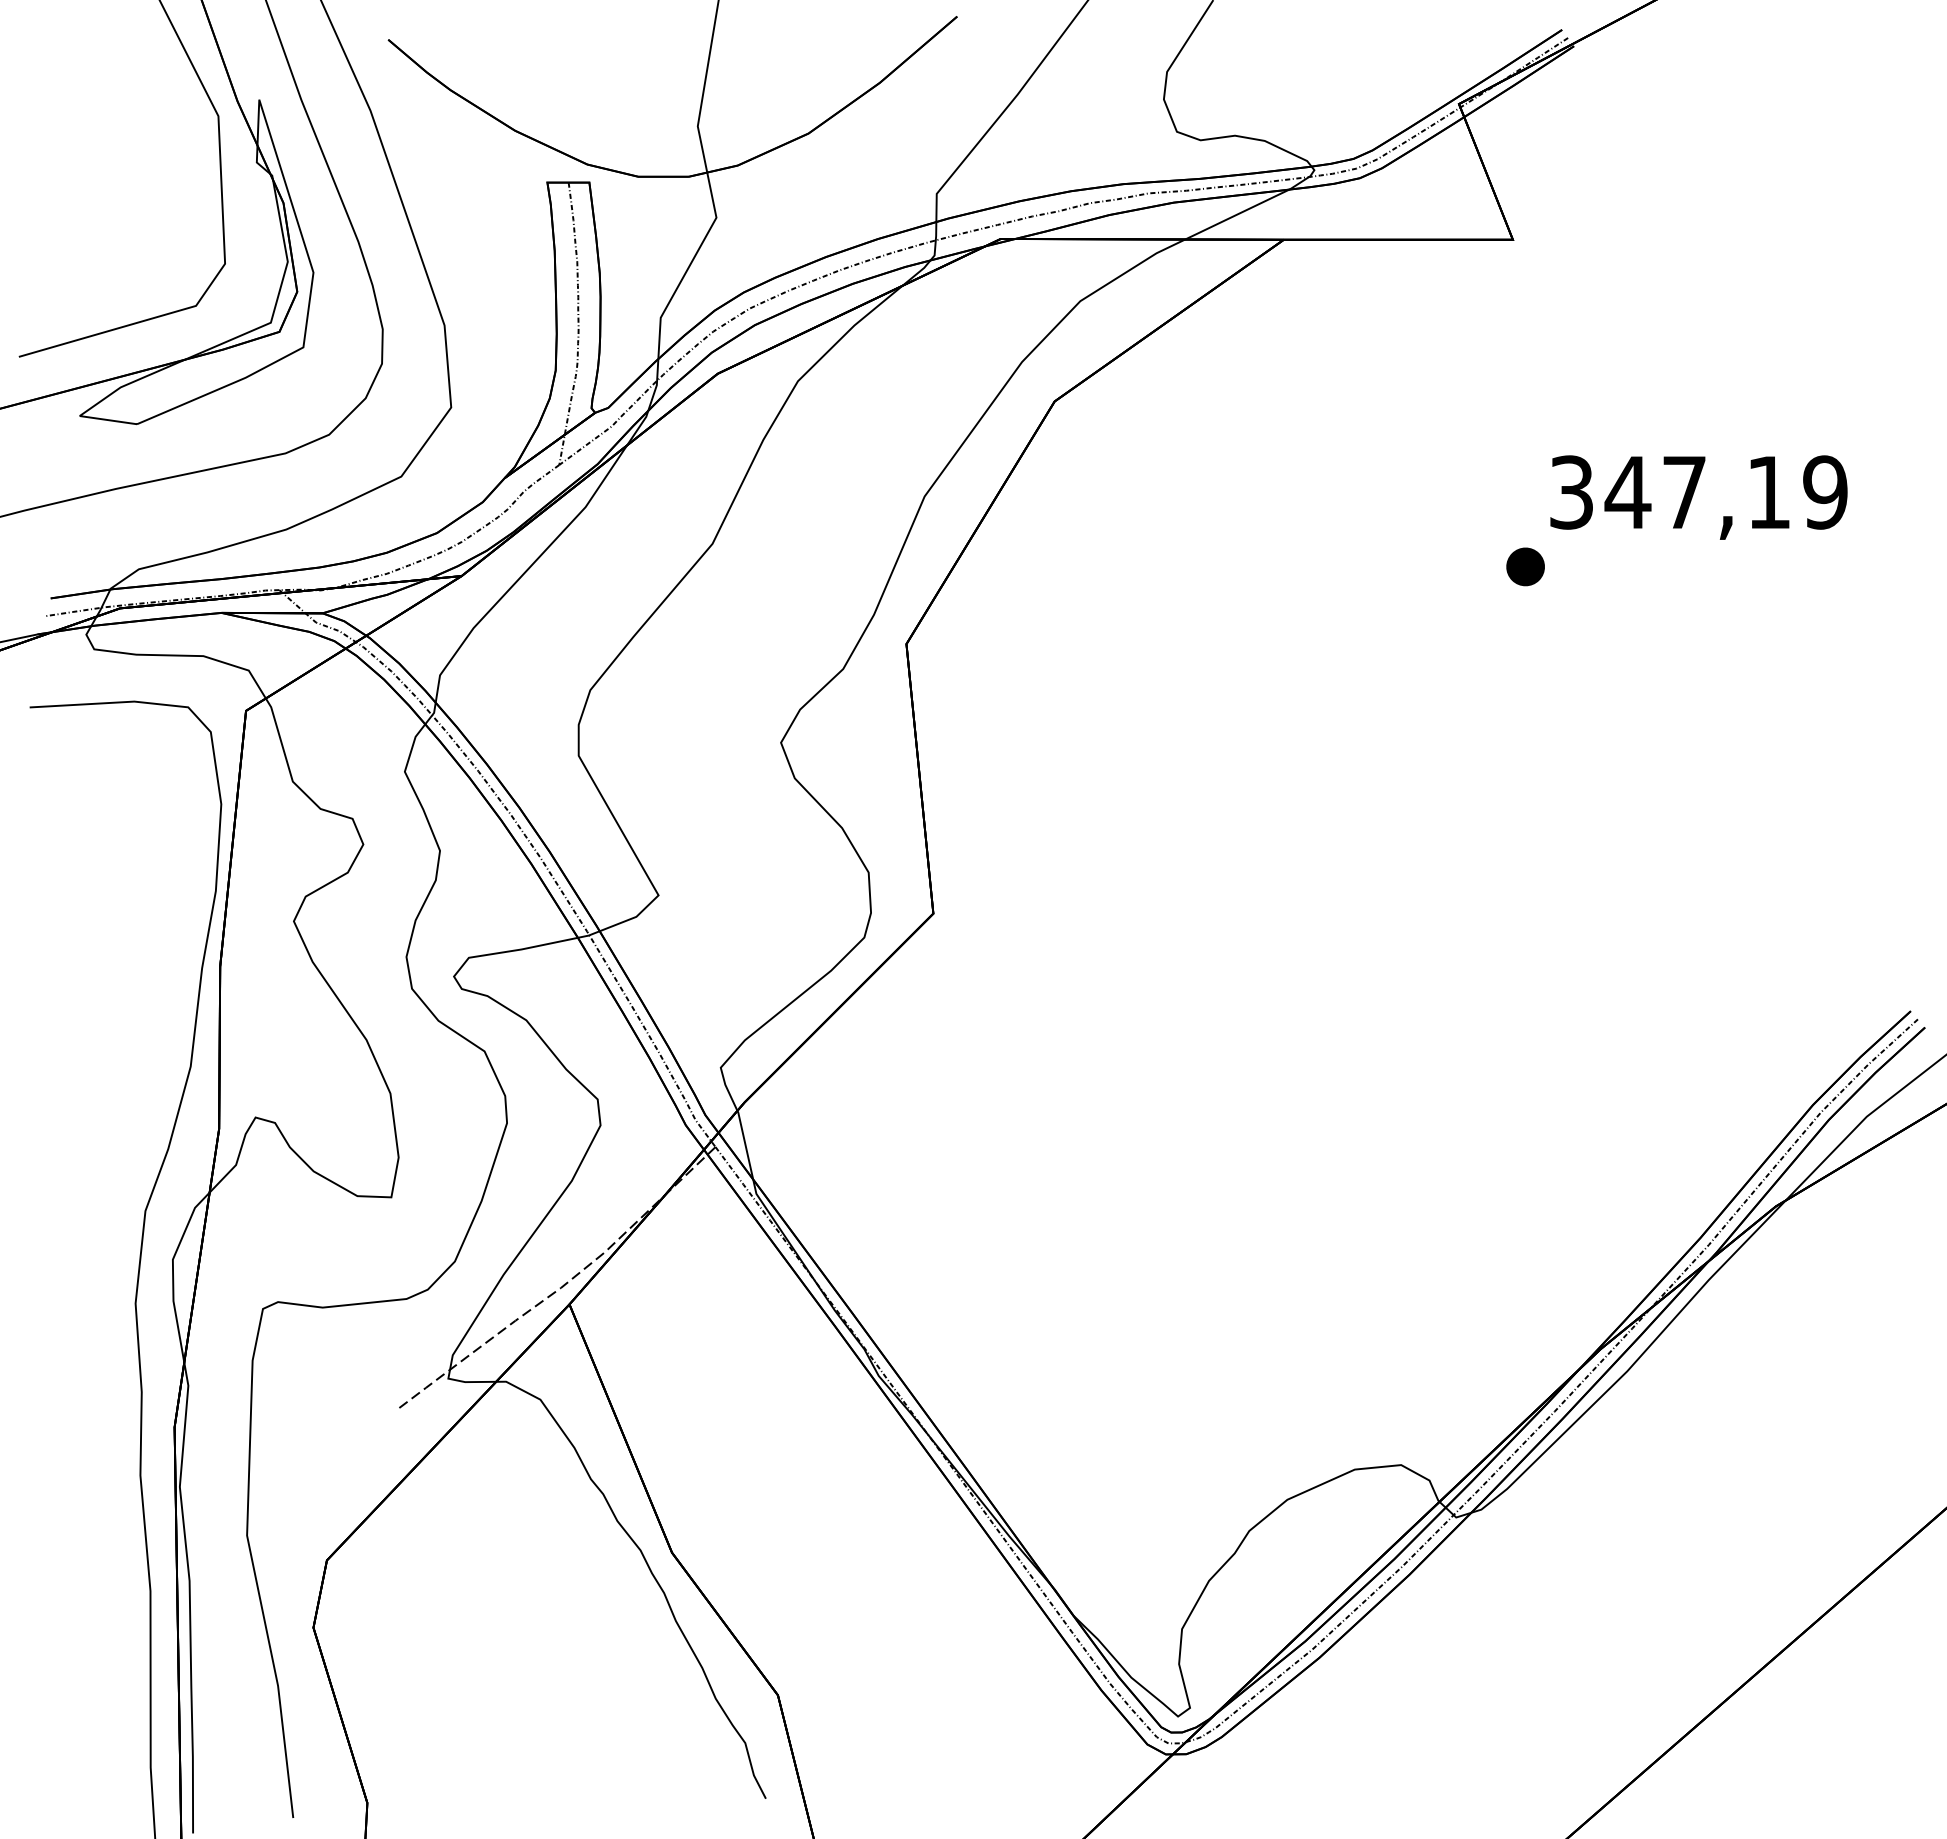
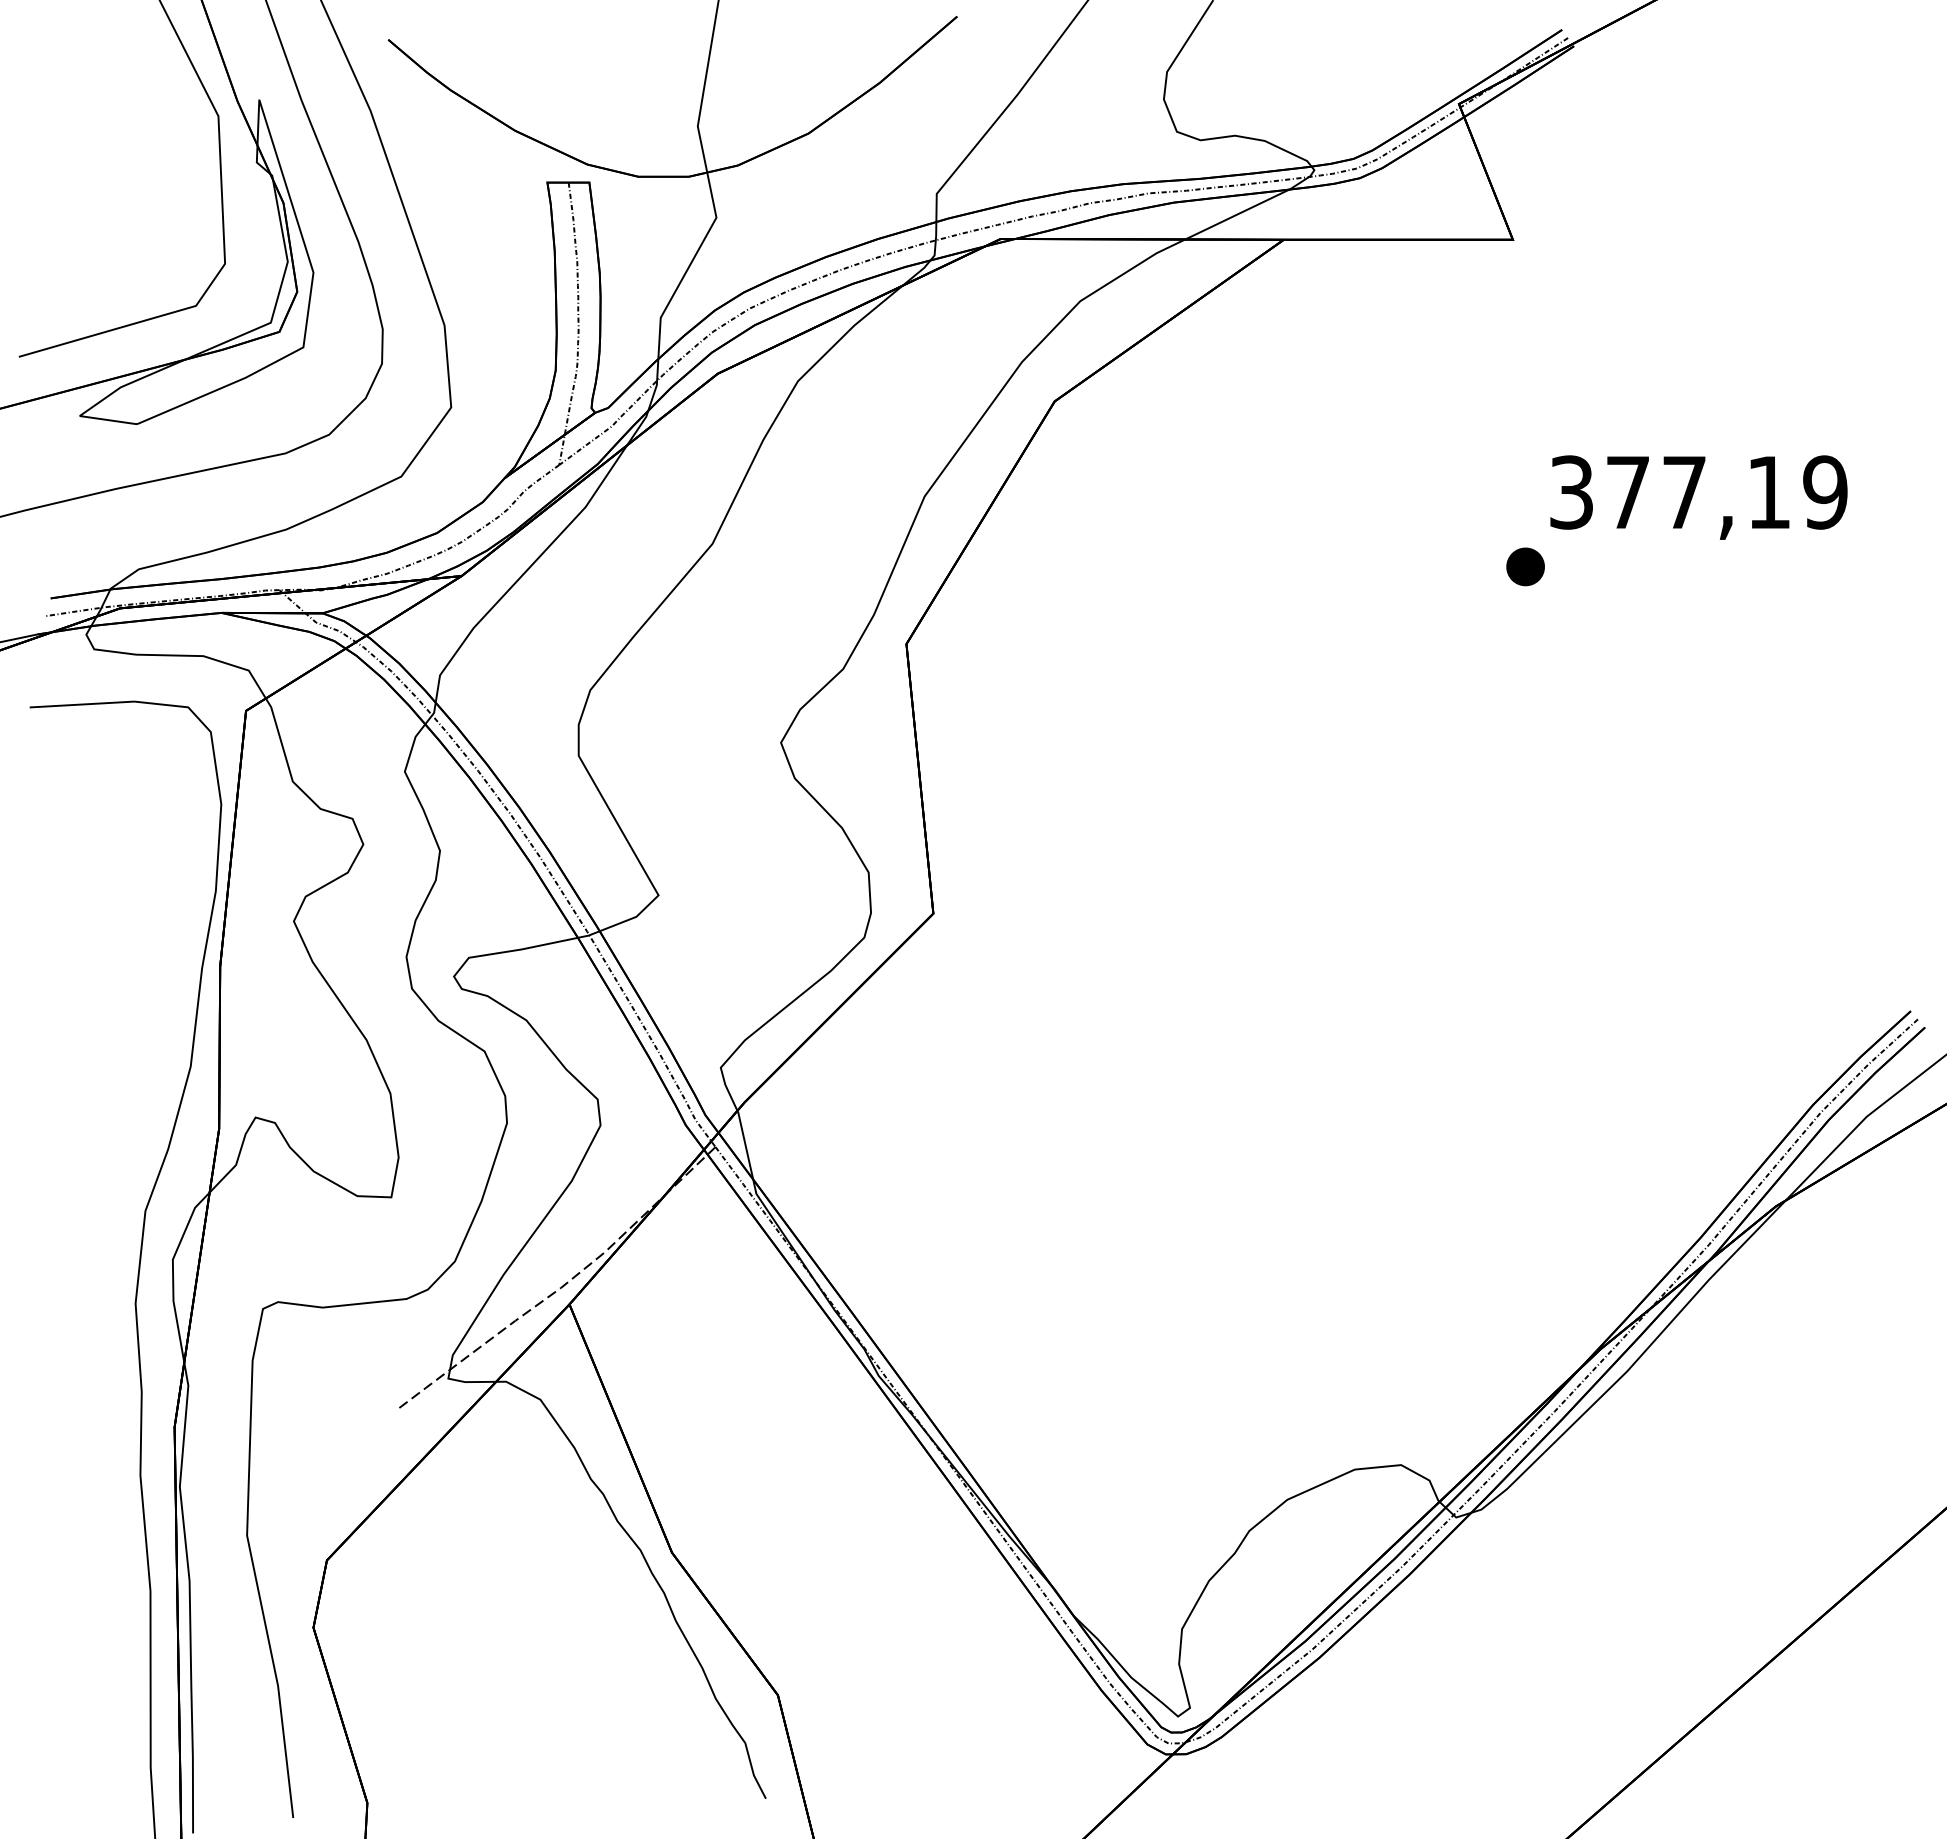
text at (1627, 492): 347,19 -> 377,19
